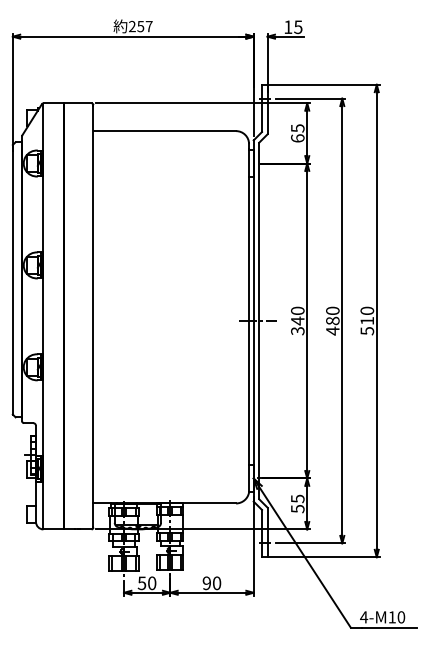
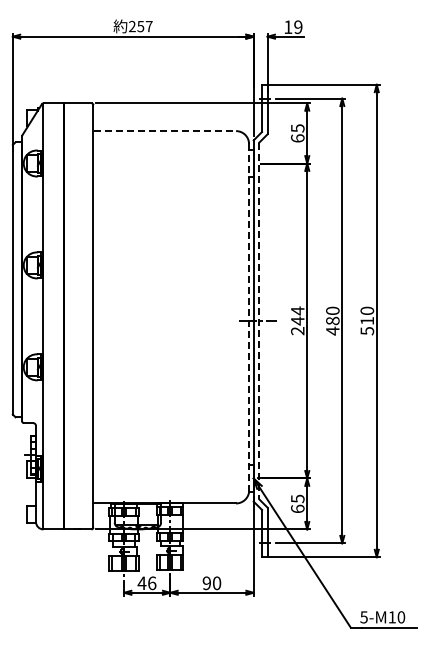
text at (298, 26): 15 -> 19
line at (165, 131): solid -> dashed
line at (249, 320): solid -> dashed
text at (297, 320): 340 -> 244
line at (259, 321): solid -> dashed
text at (297, 508): 55 -> 65
text at (146, 583): 50 -> 46
text at (364, 617): 4-M10 -> 5-M10
